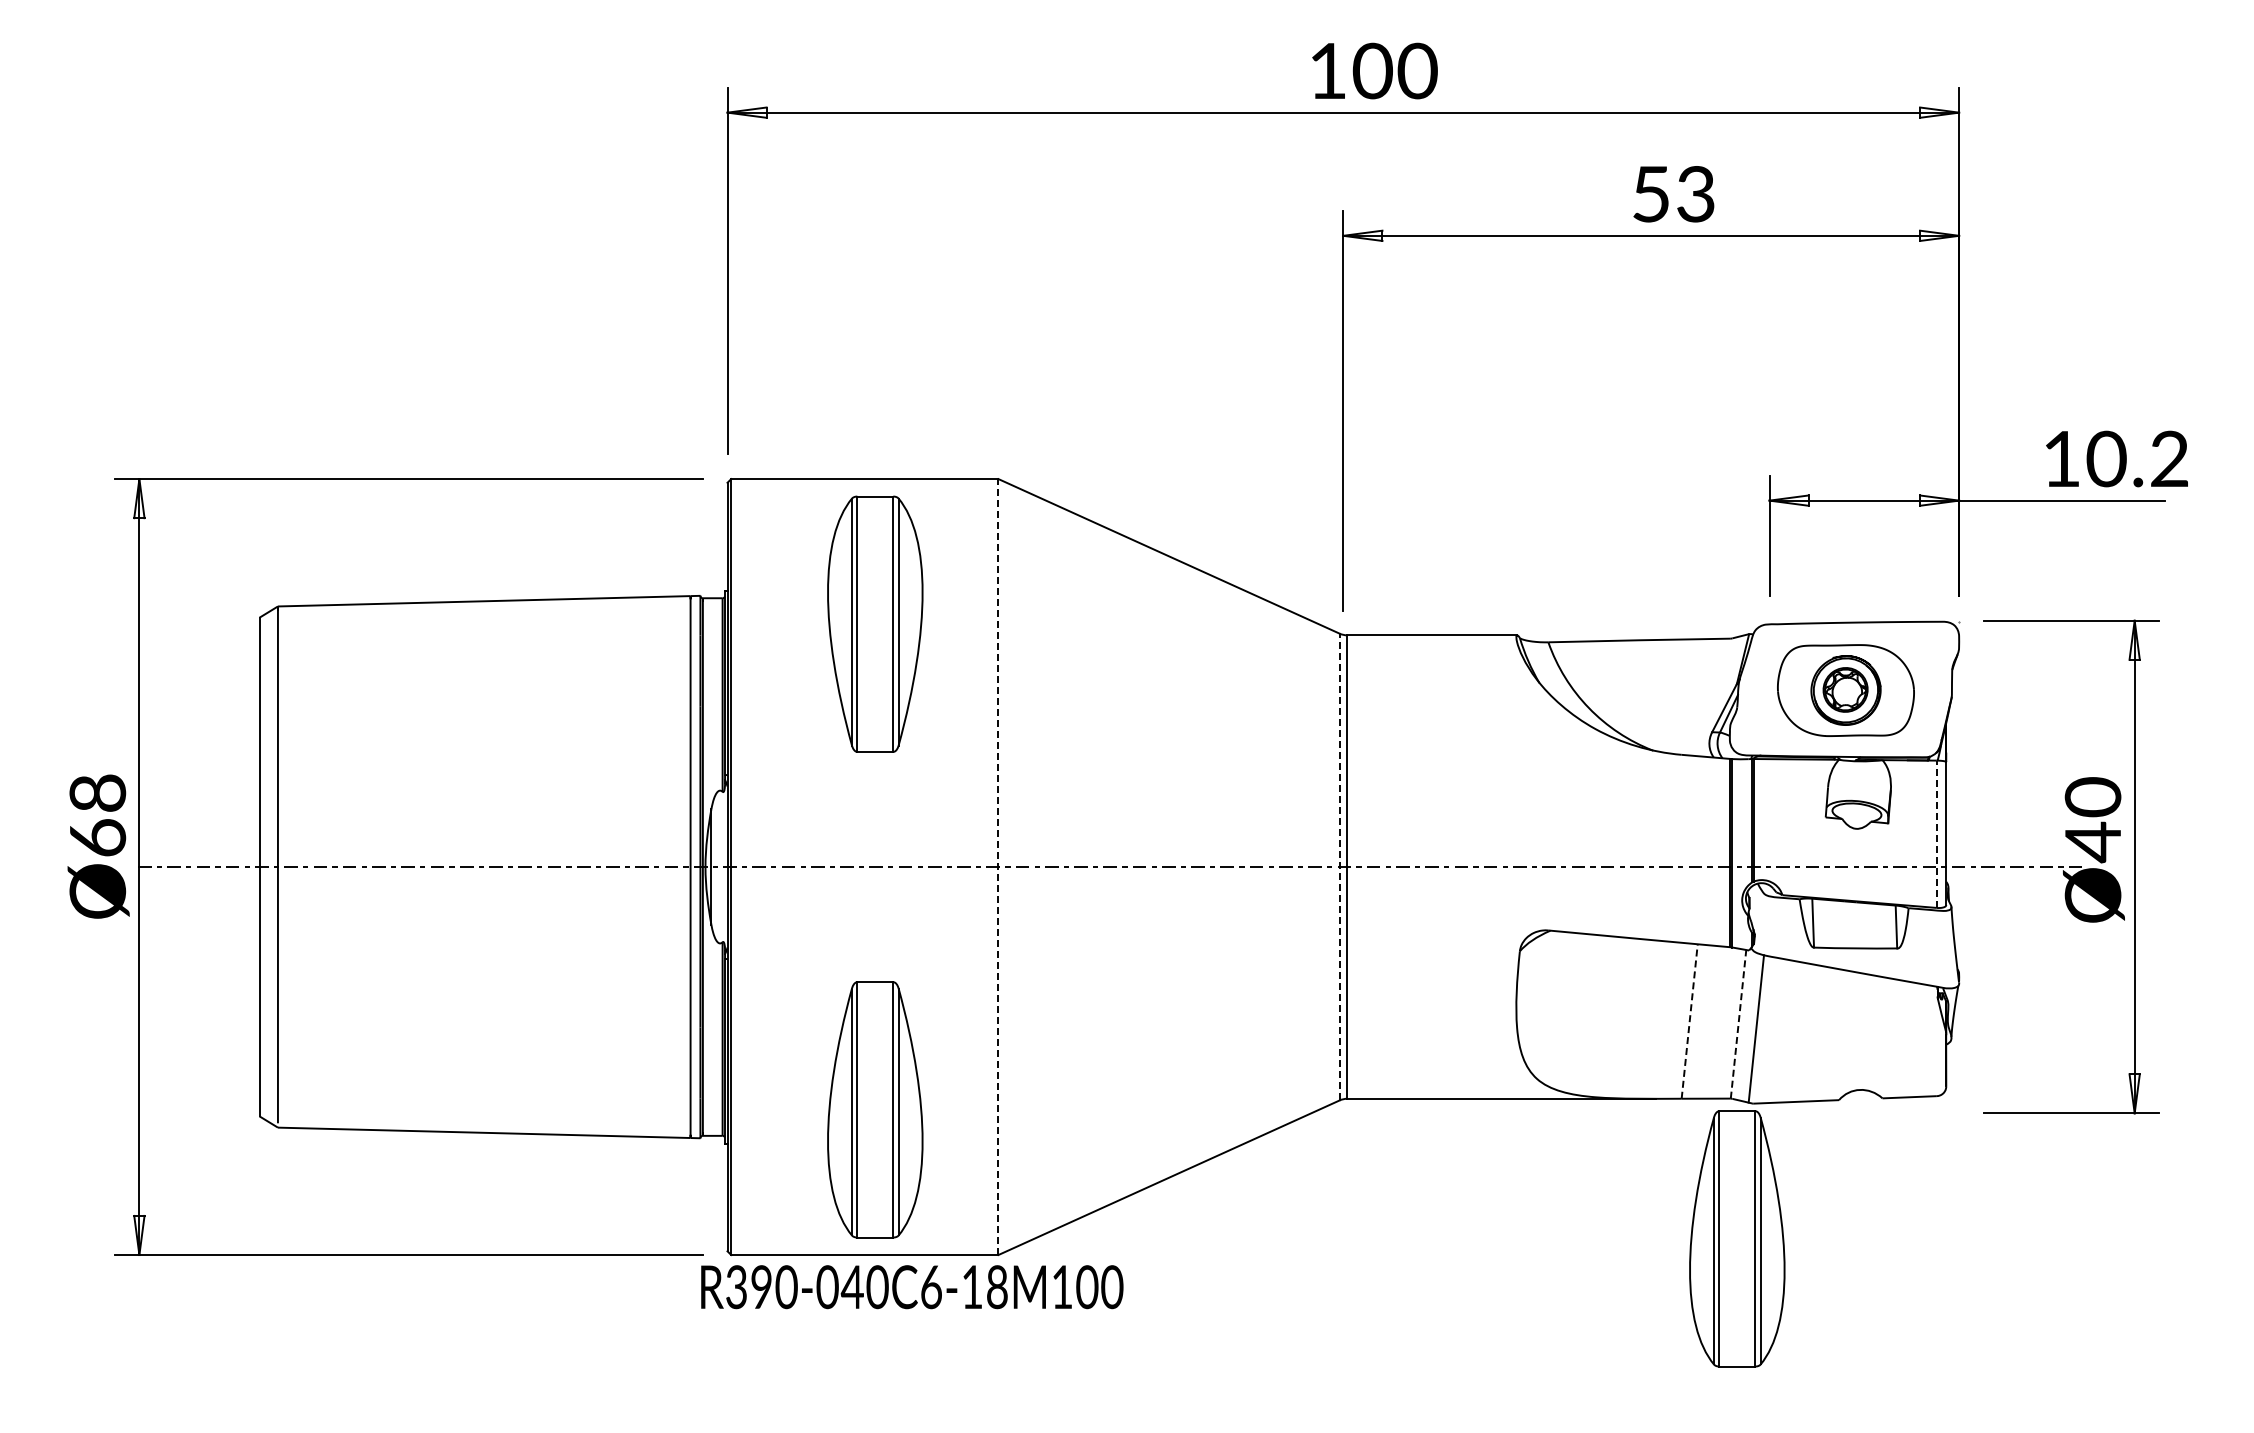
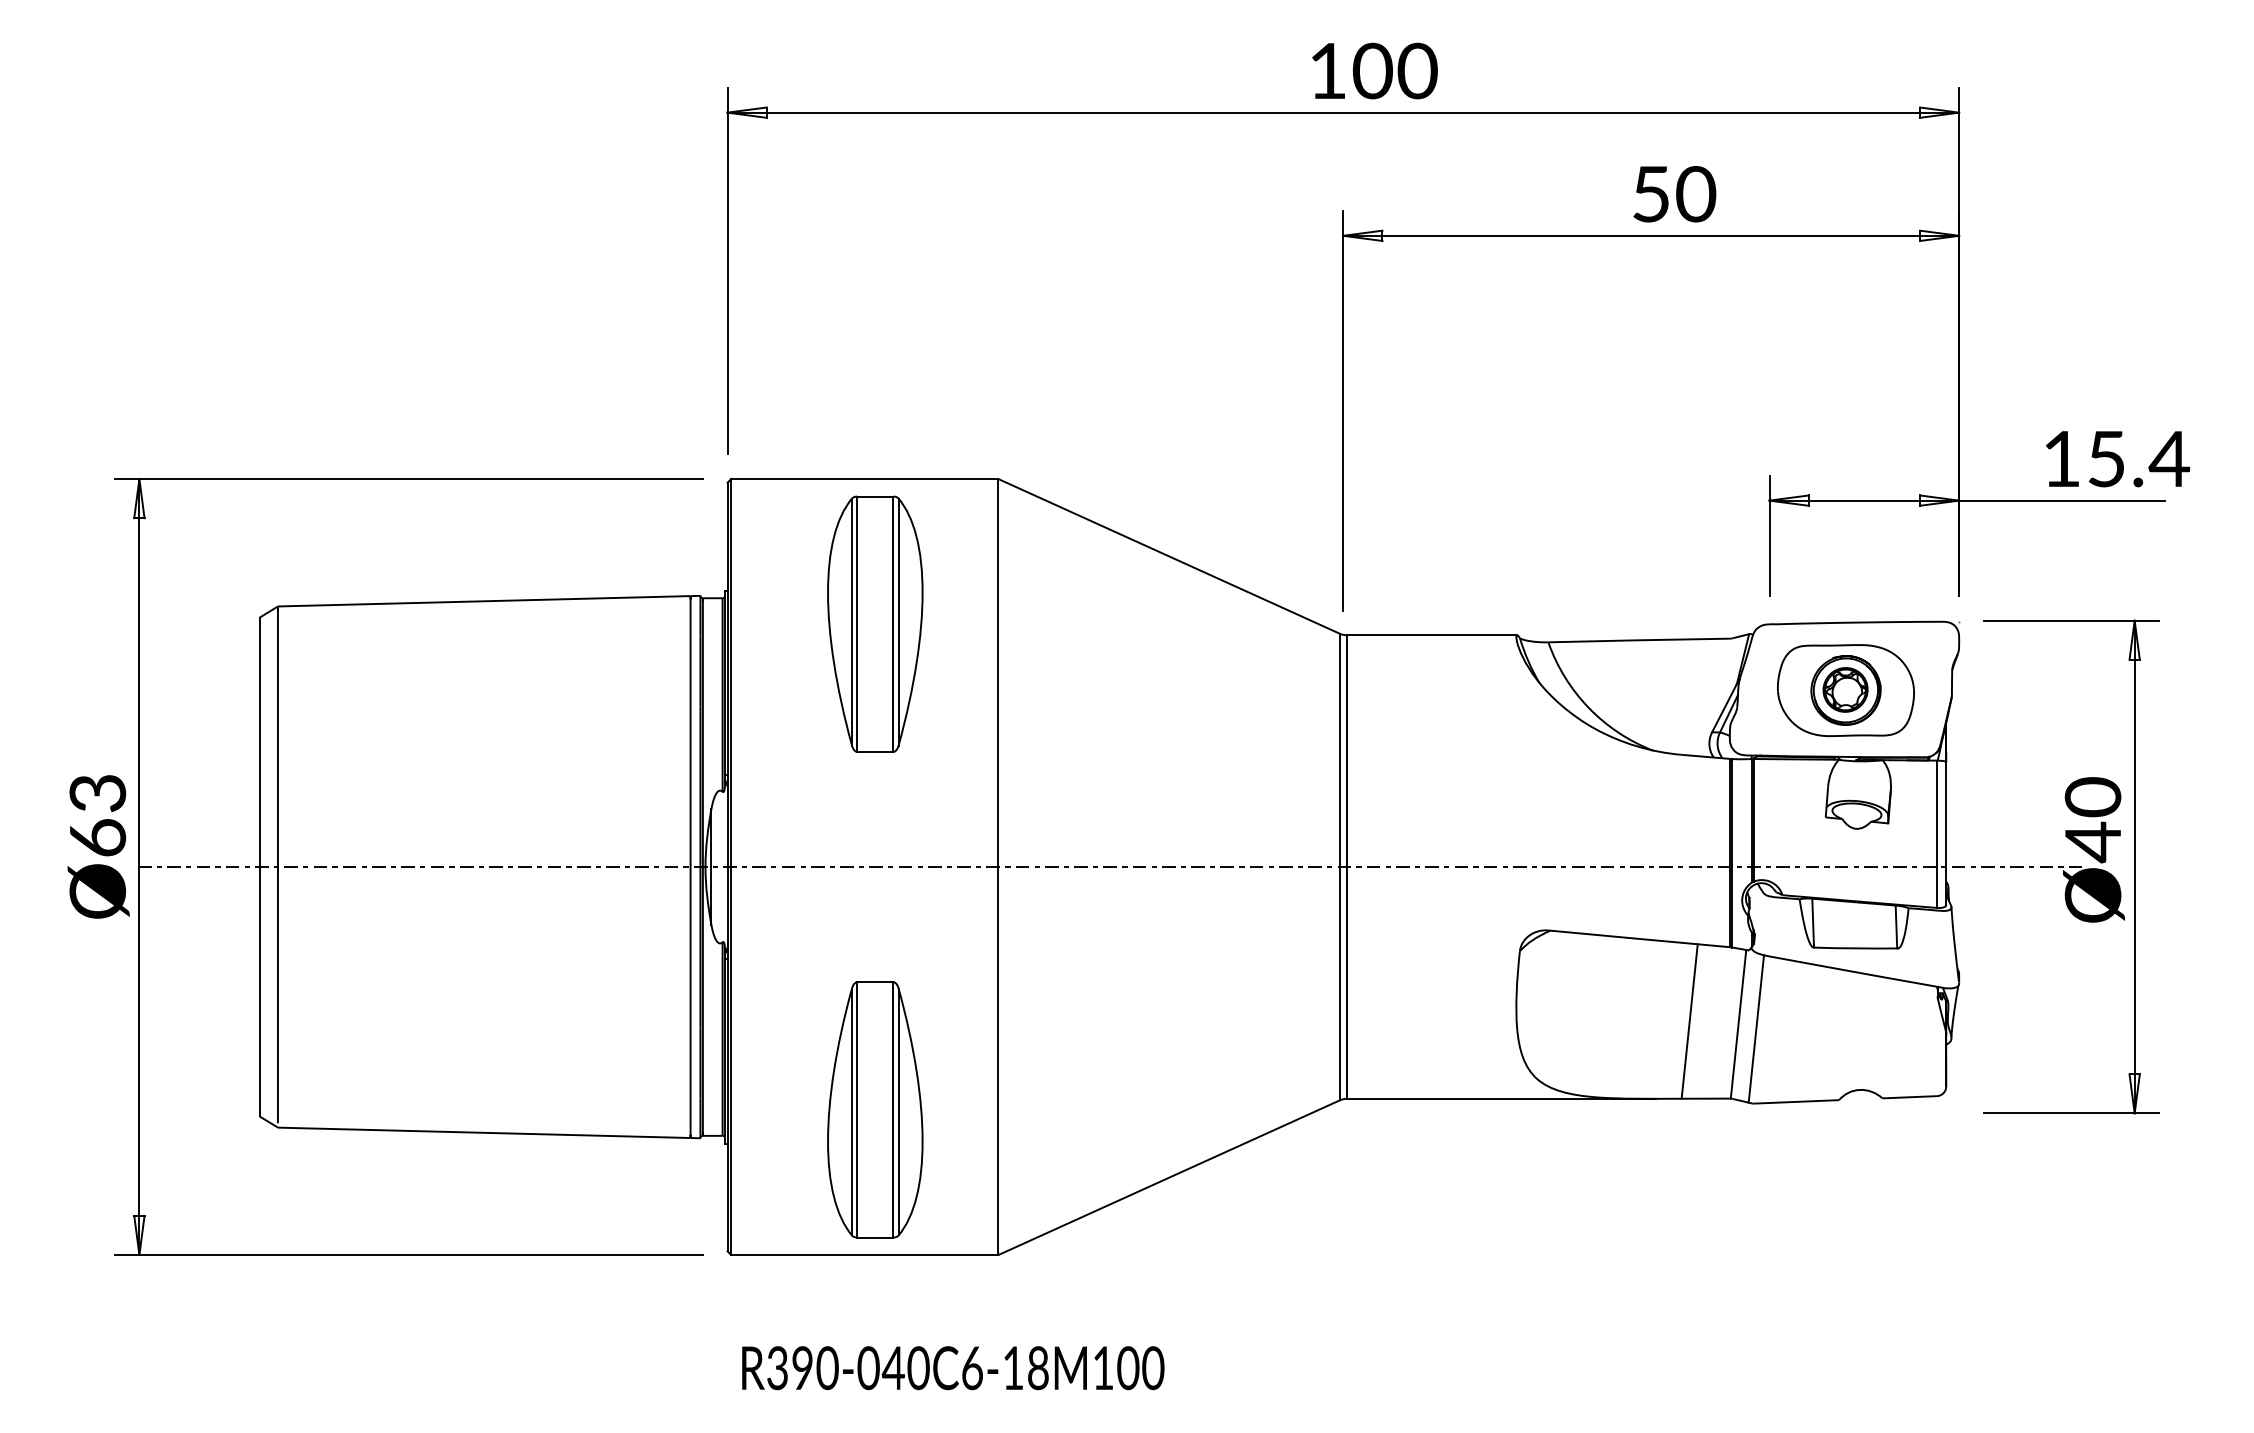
text at (1696, 194): 53 -> 50
text at (2138, 458): 10.2 -> 15.4
text at (97, 793): Ø68 -> Ø63
line at (1936, 834): dashed -> solid
line at (1339, 866): dashed -> solid
line at (998, 867): dashed -> solid
line at (1689, 1021): dashed -> solid
line at (1738, 1024): dashed -> solid
part at (1737, 1238): present -> none
text at (912, 1287) position: (912, 1287) -> (953, 1368)
